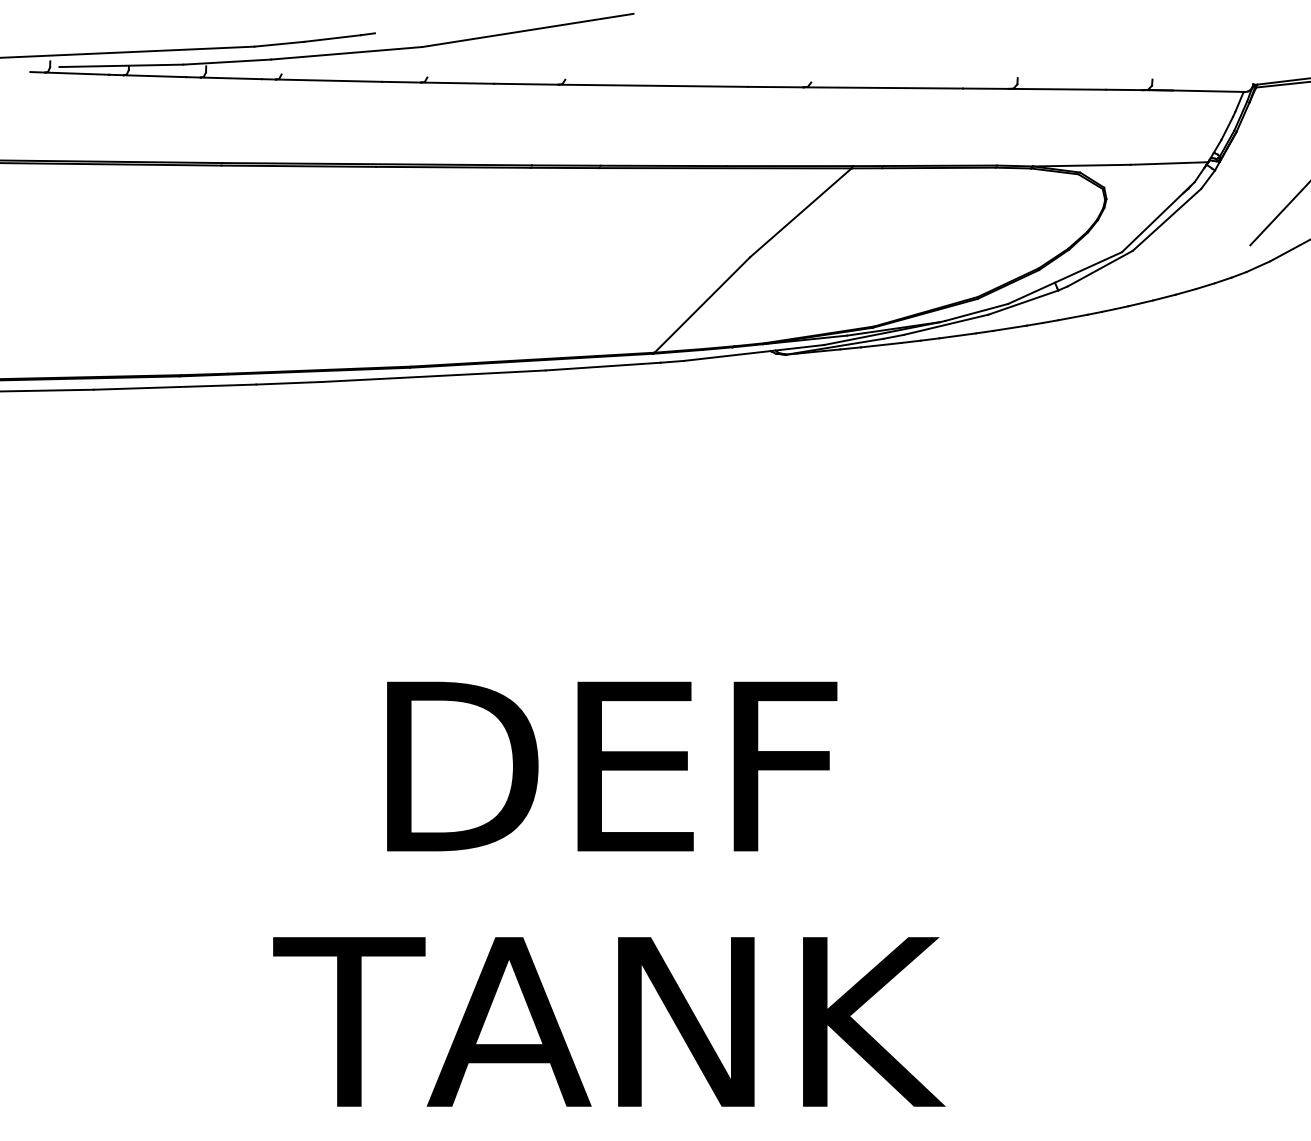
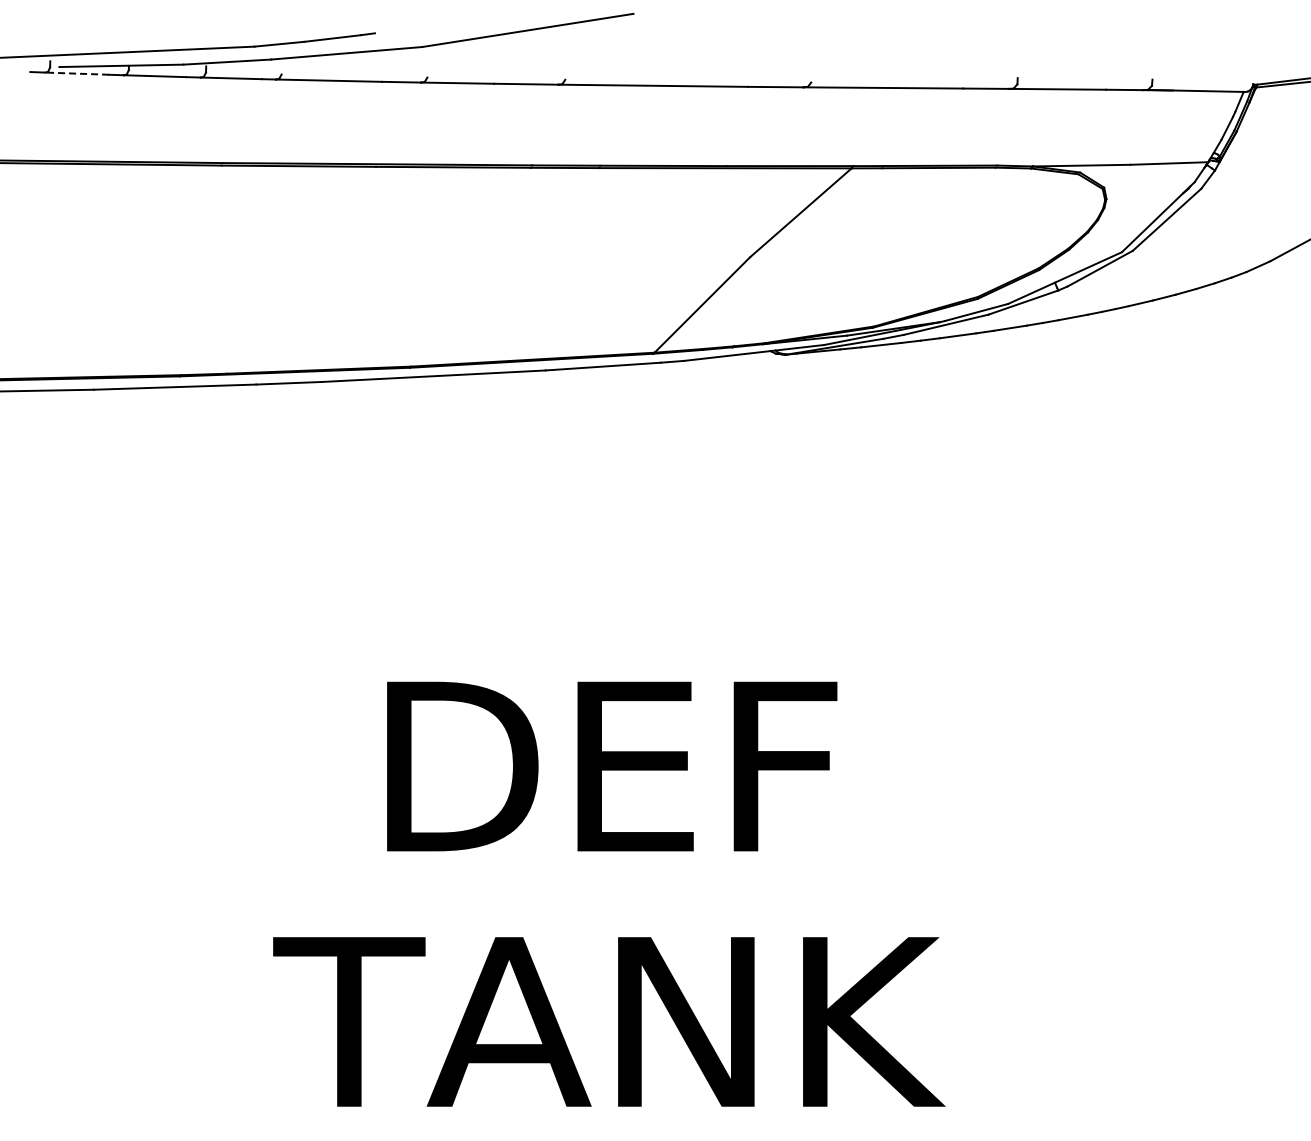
line at (77, 73): solid -> dashed
line at (1278, 214): present -> none
